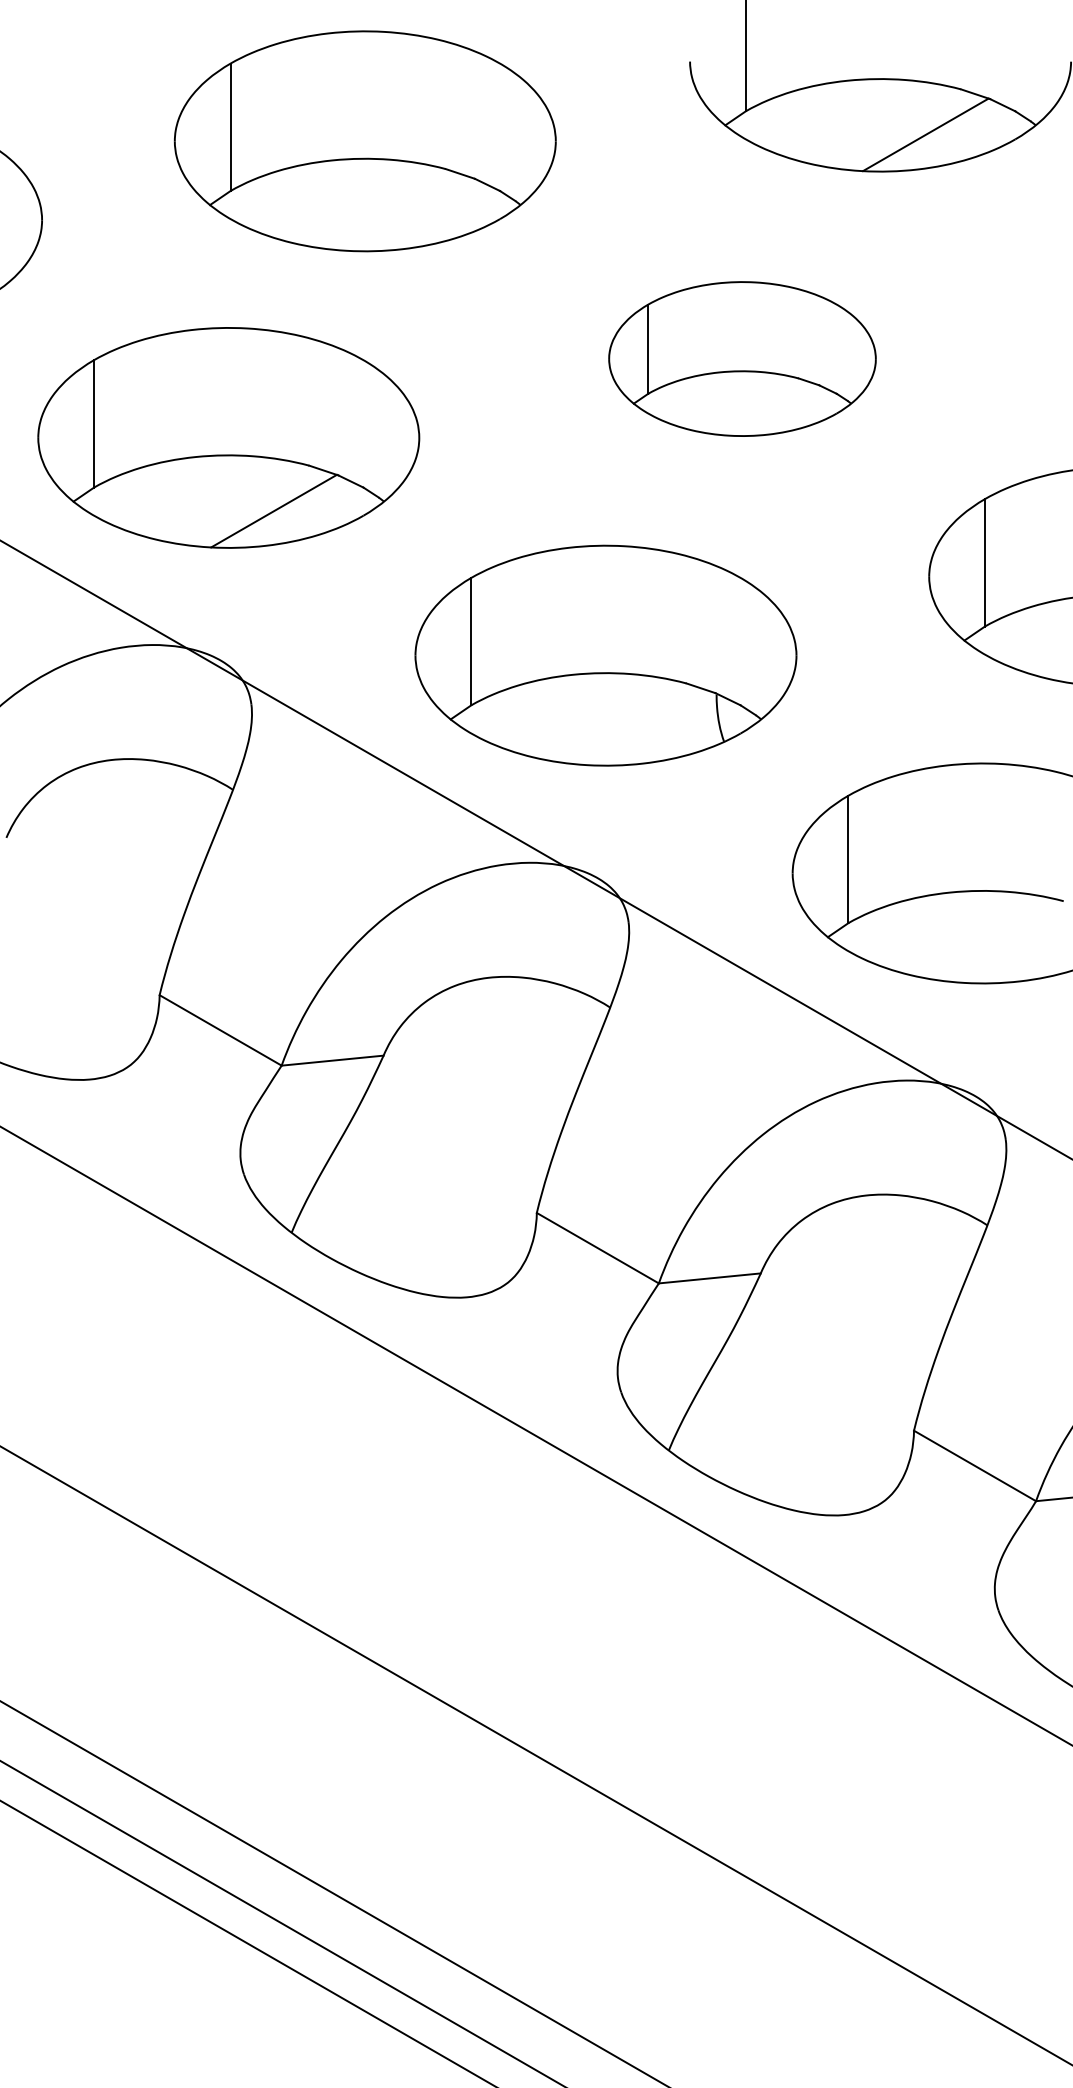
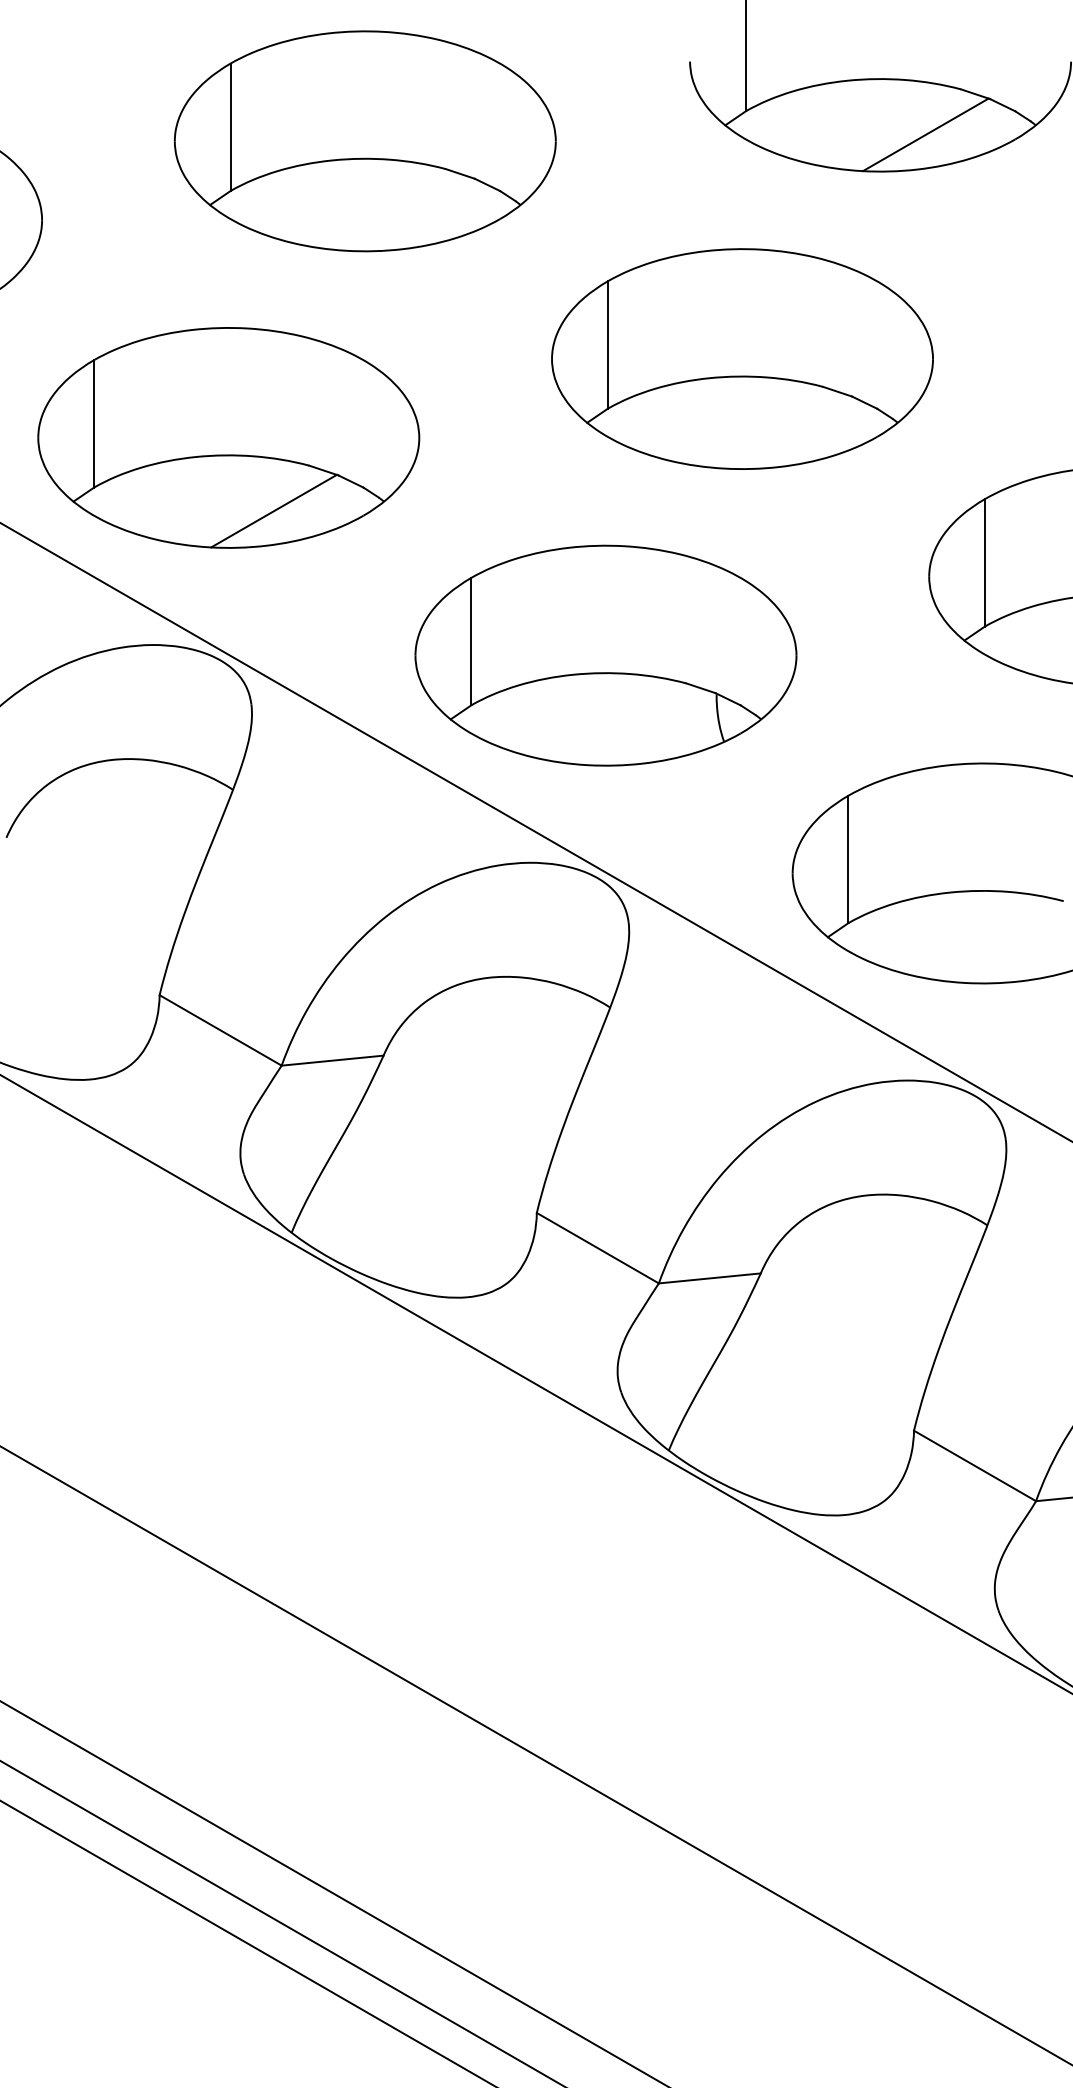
part at (742, 358) size: 269x156 px -> 383x222 px
line at (535, 849) position: (535, 849) -> (535, 832)
line at (535, 1435) position: (535, 1435) -> (535, 1384)
